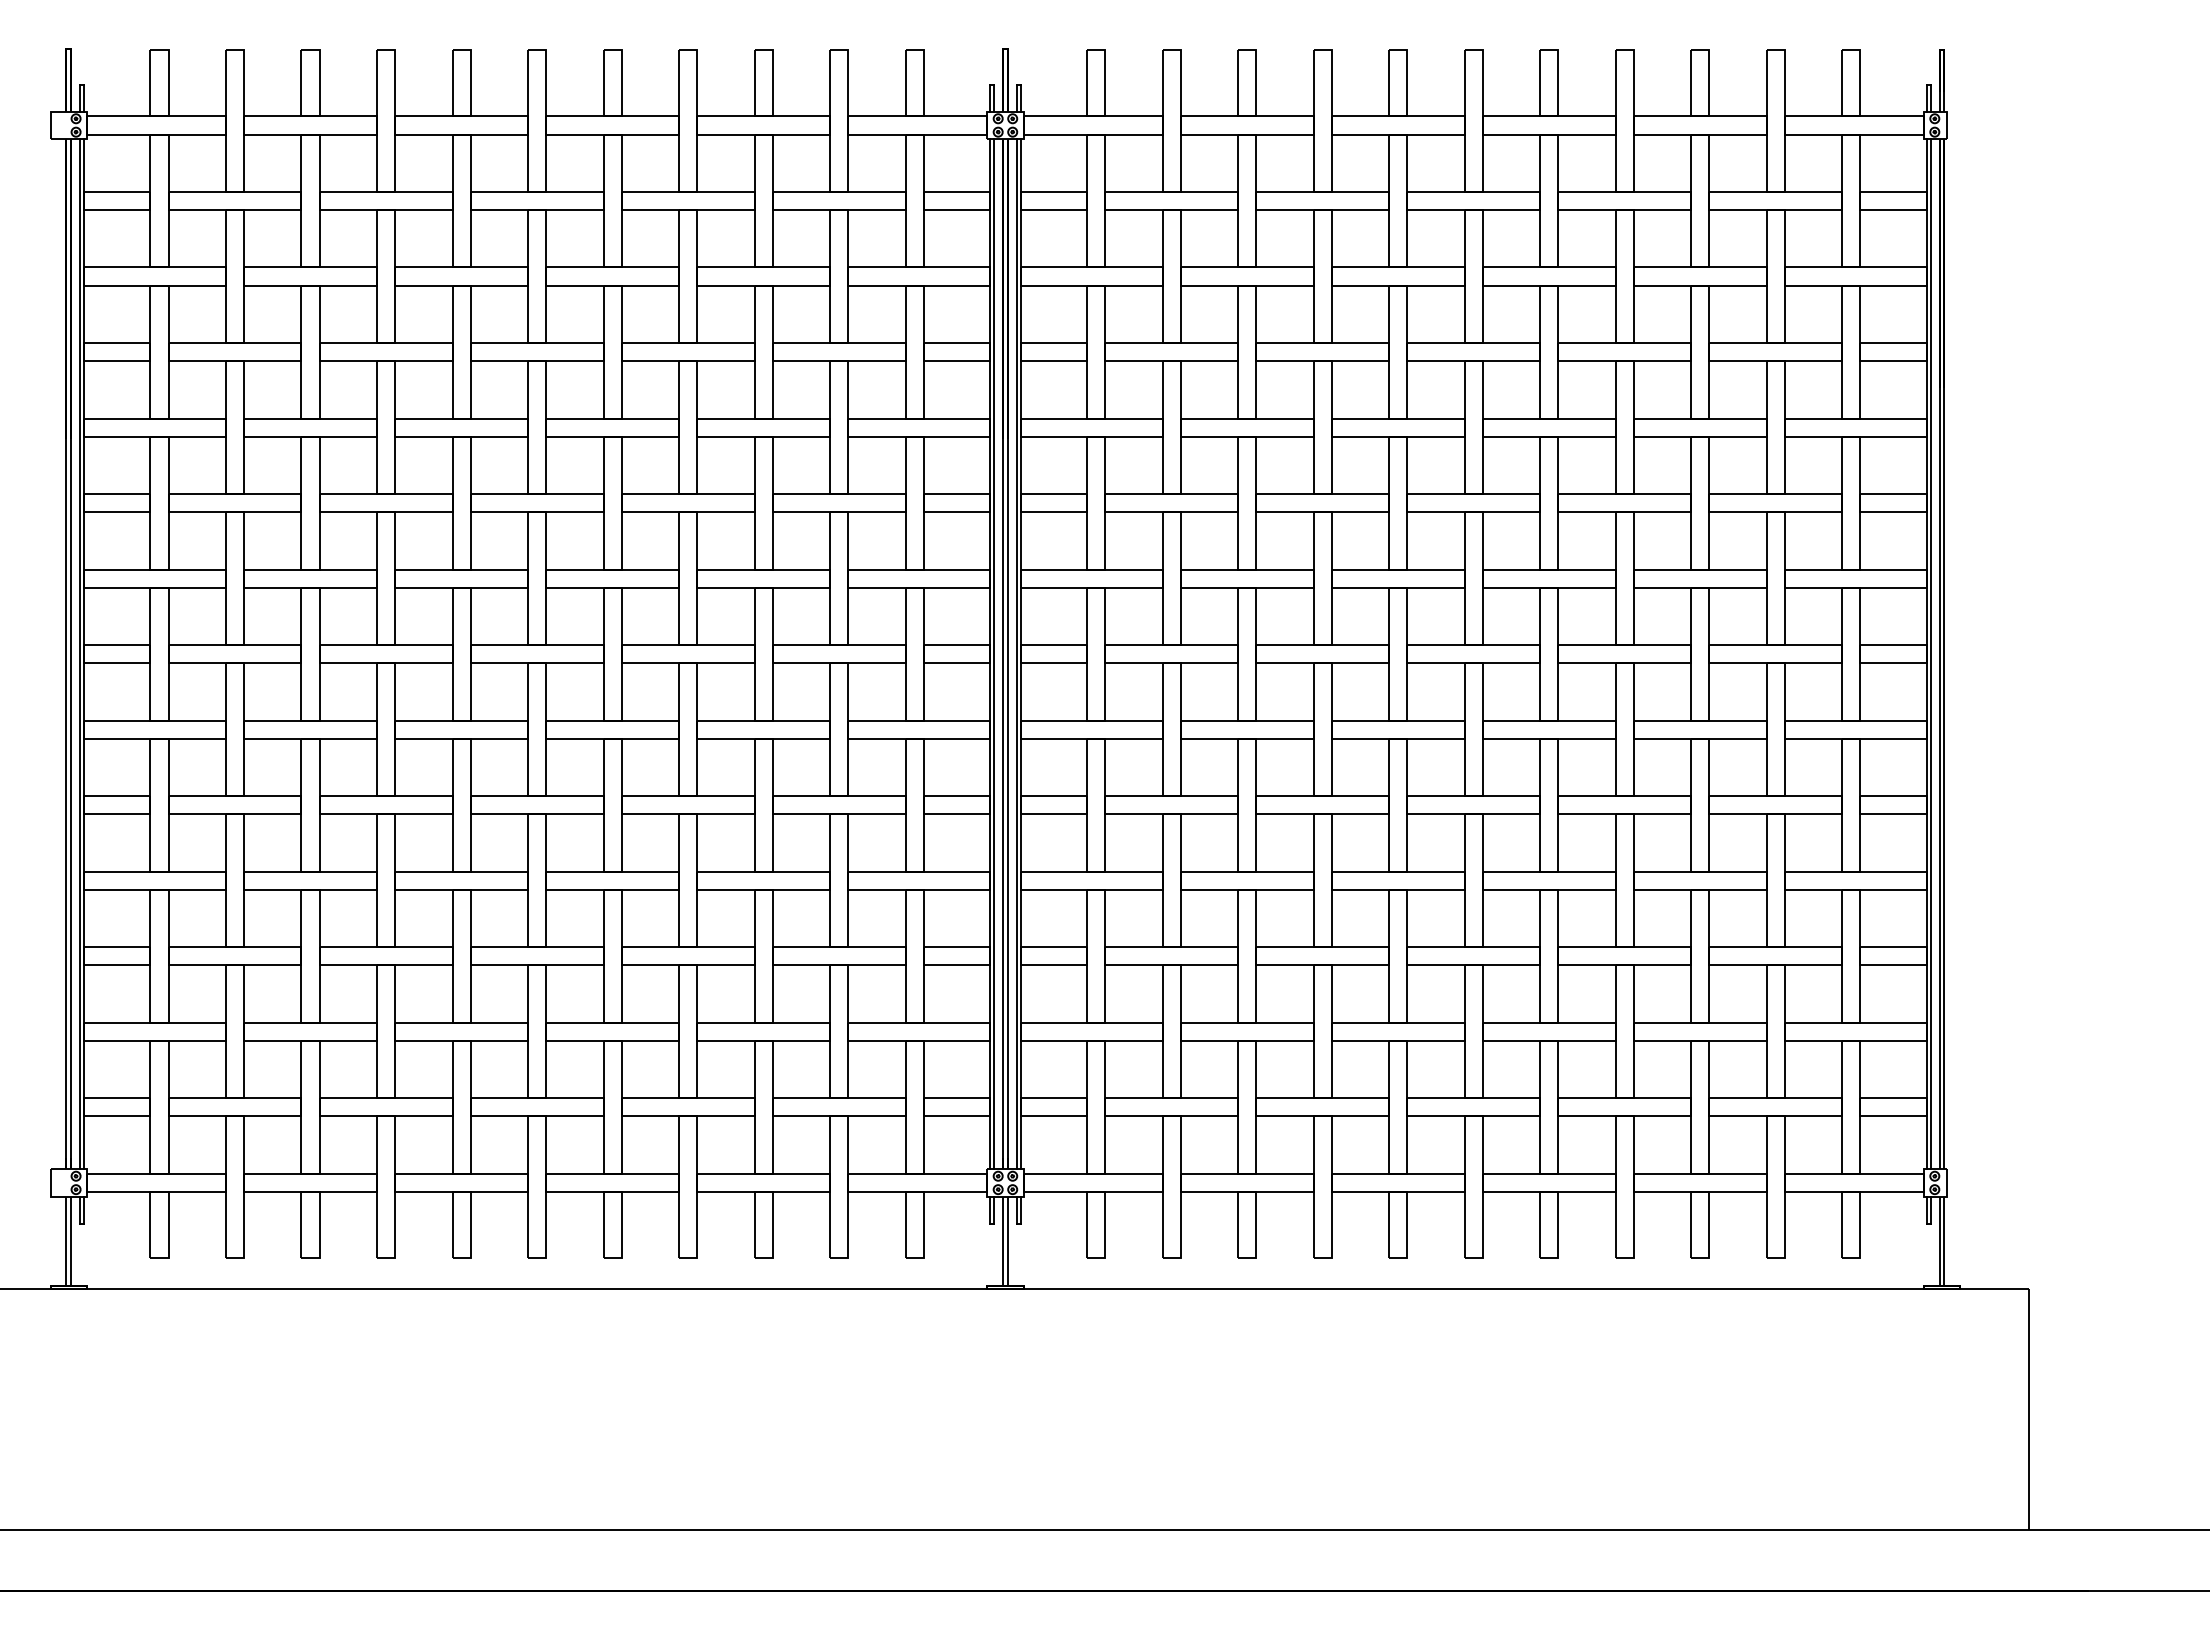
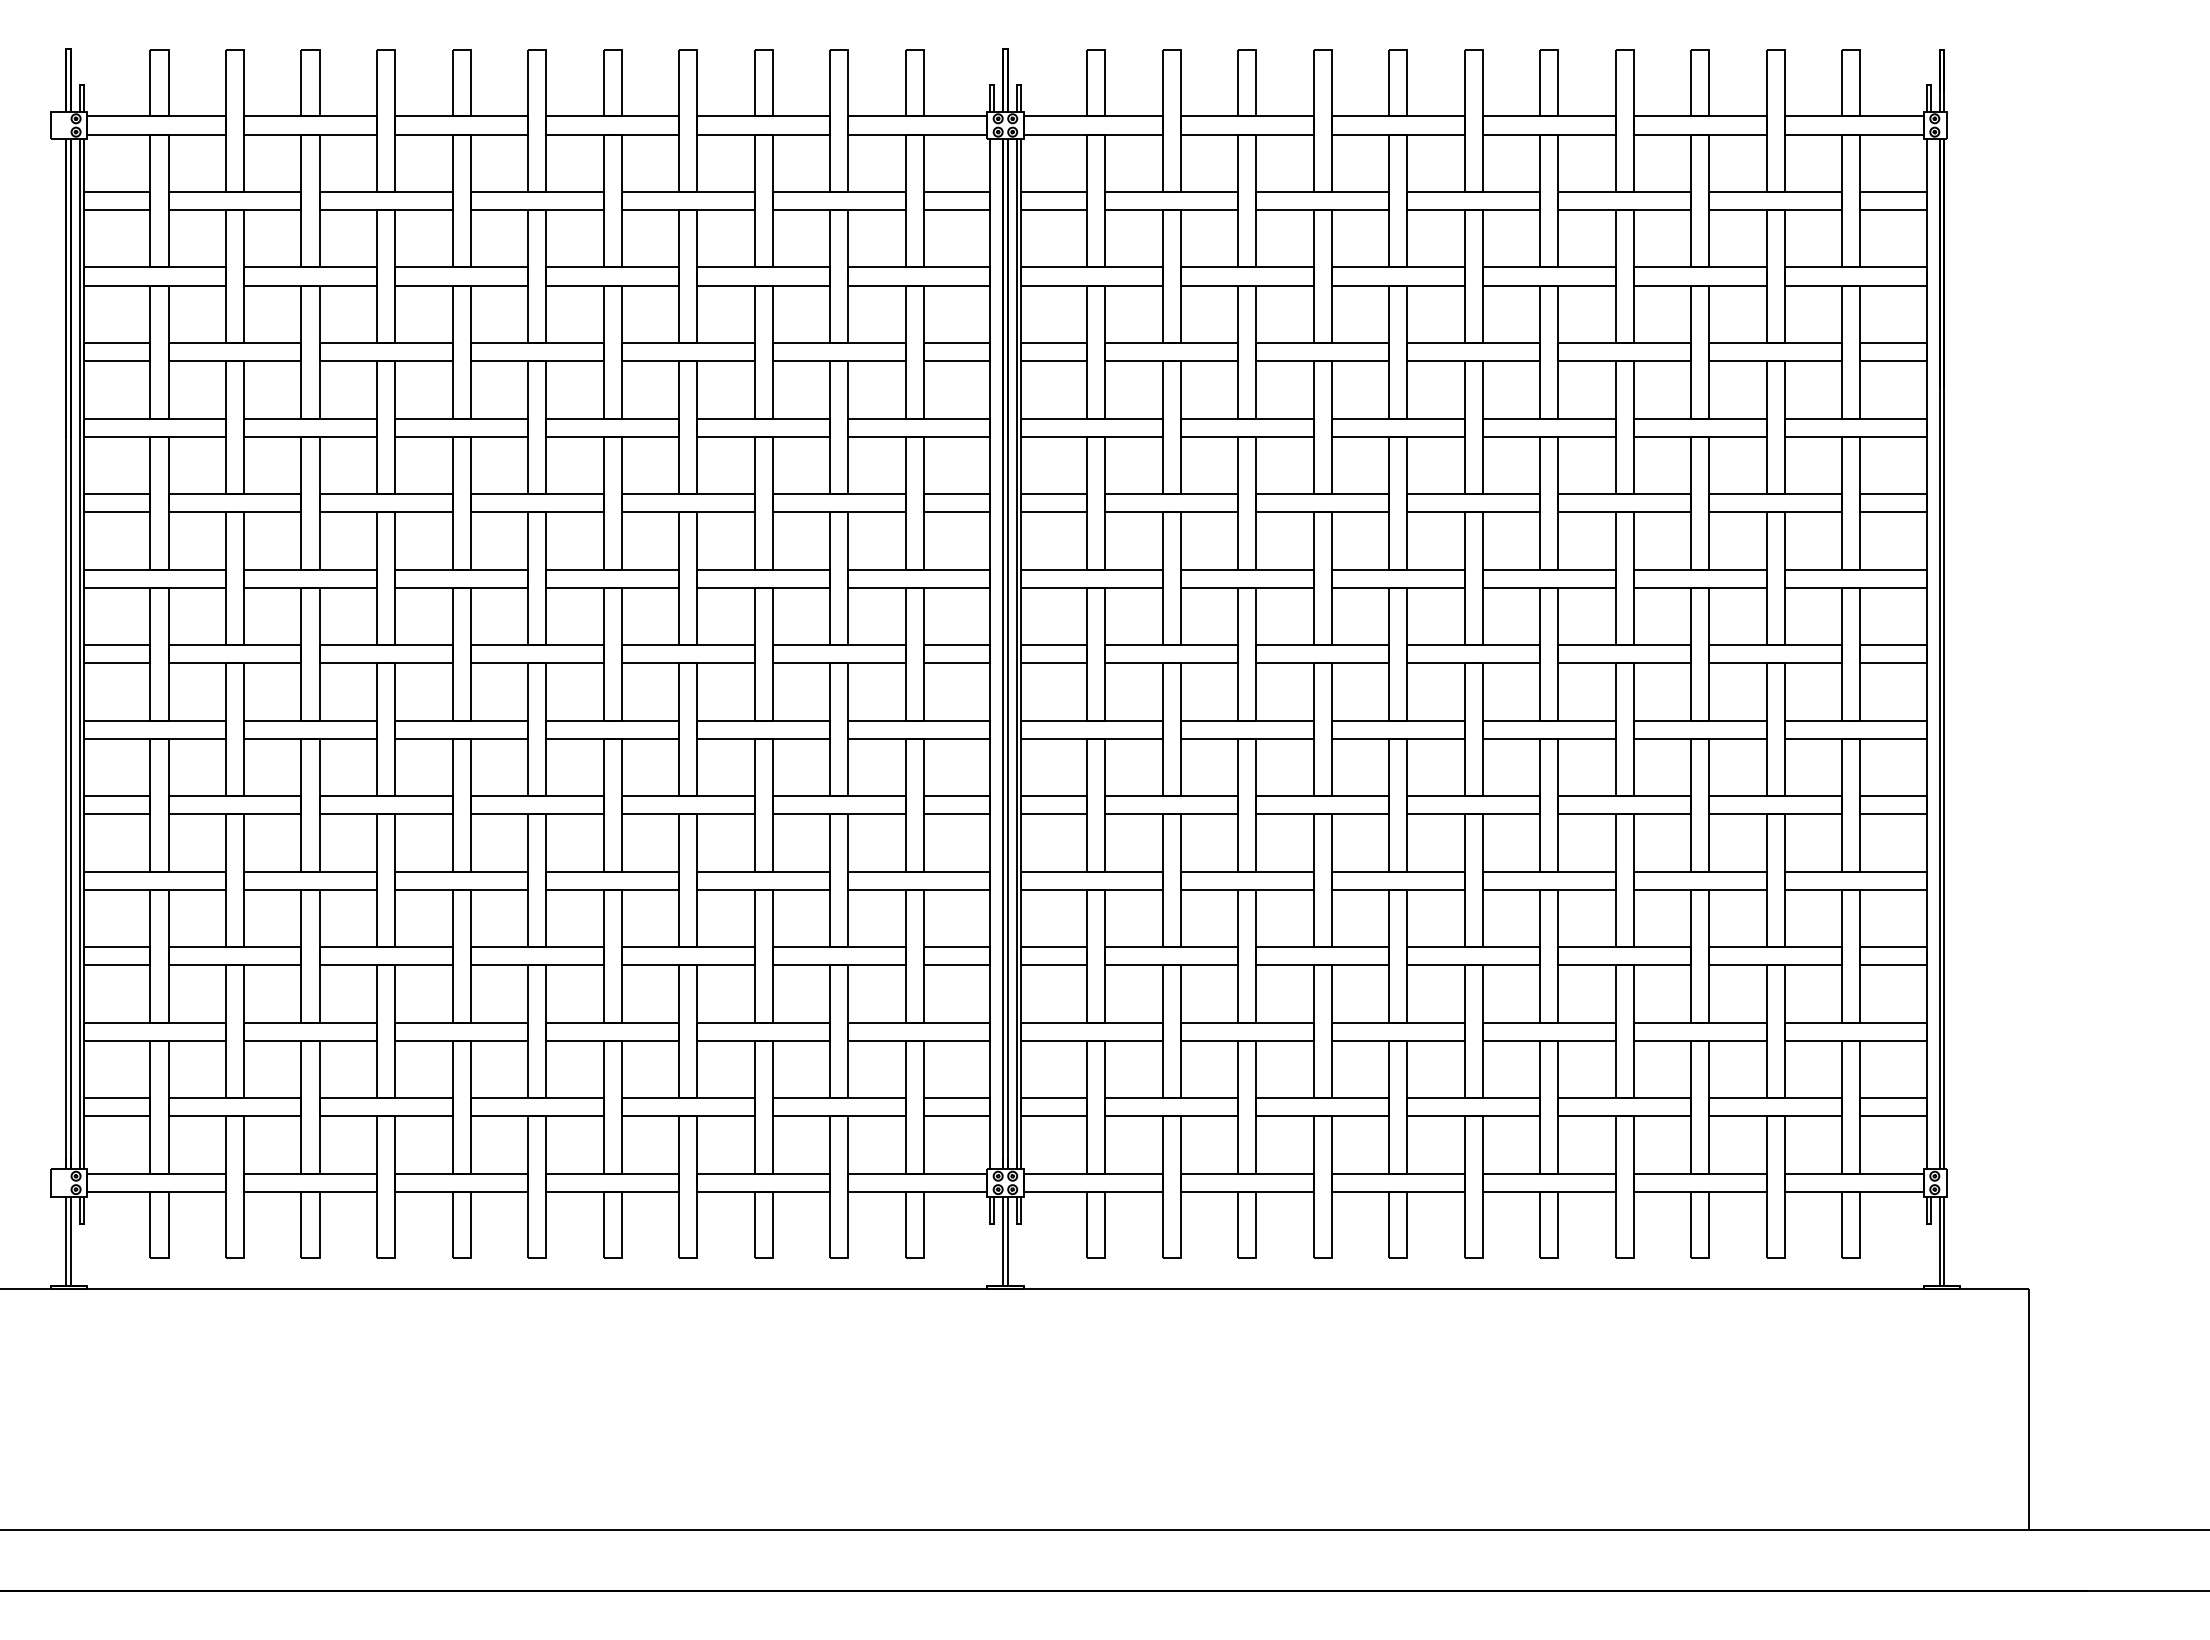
line at (993, 654): present -> none
line at (1930, 654): present -> none
